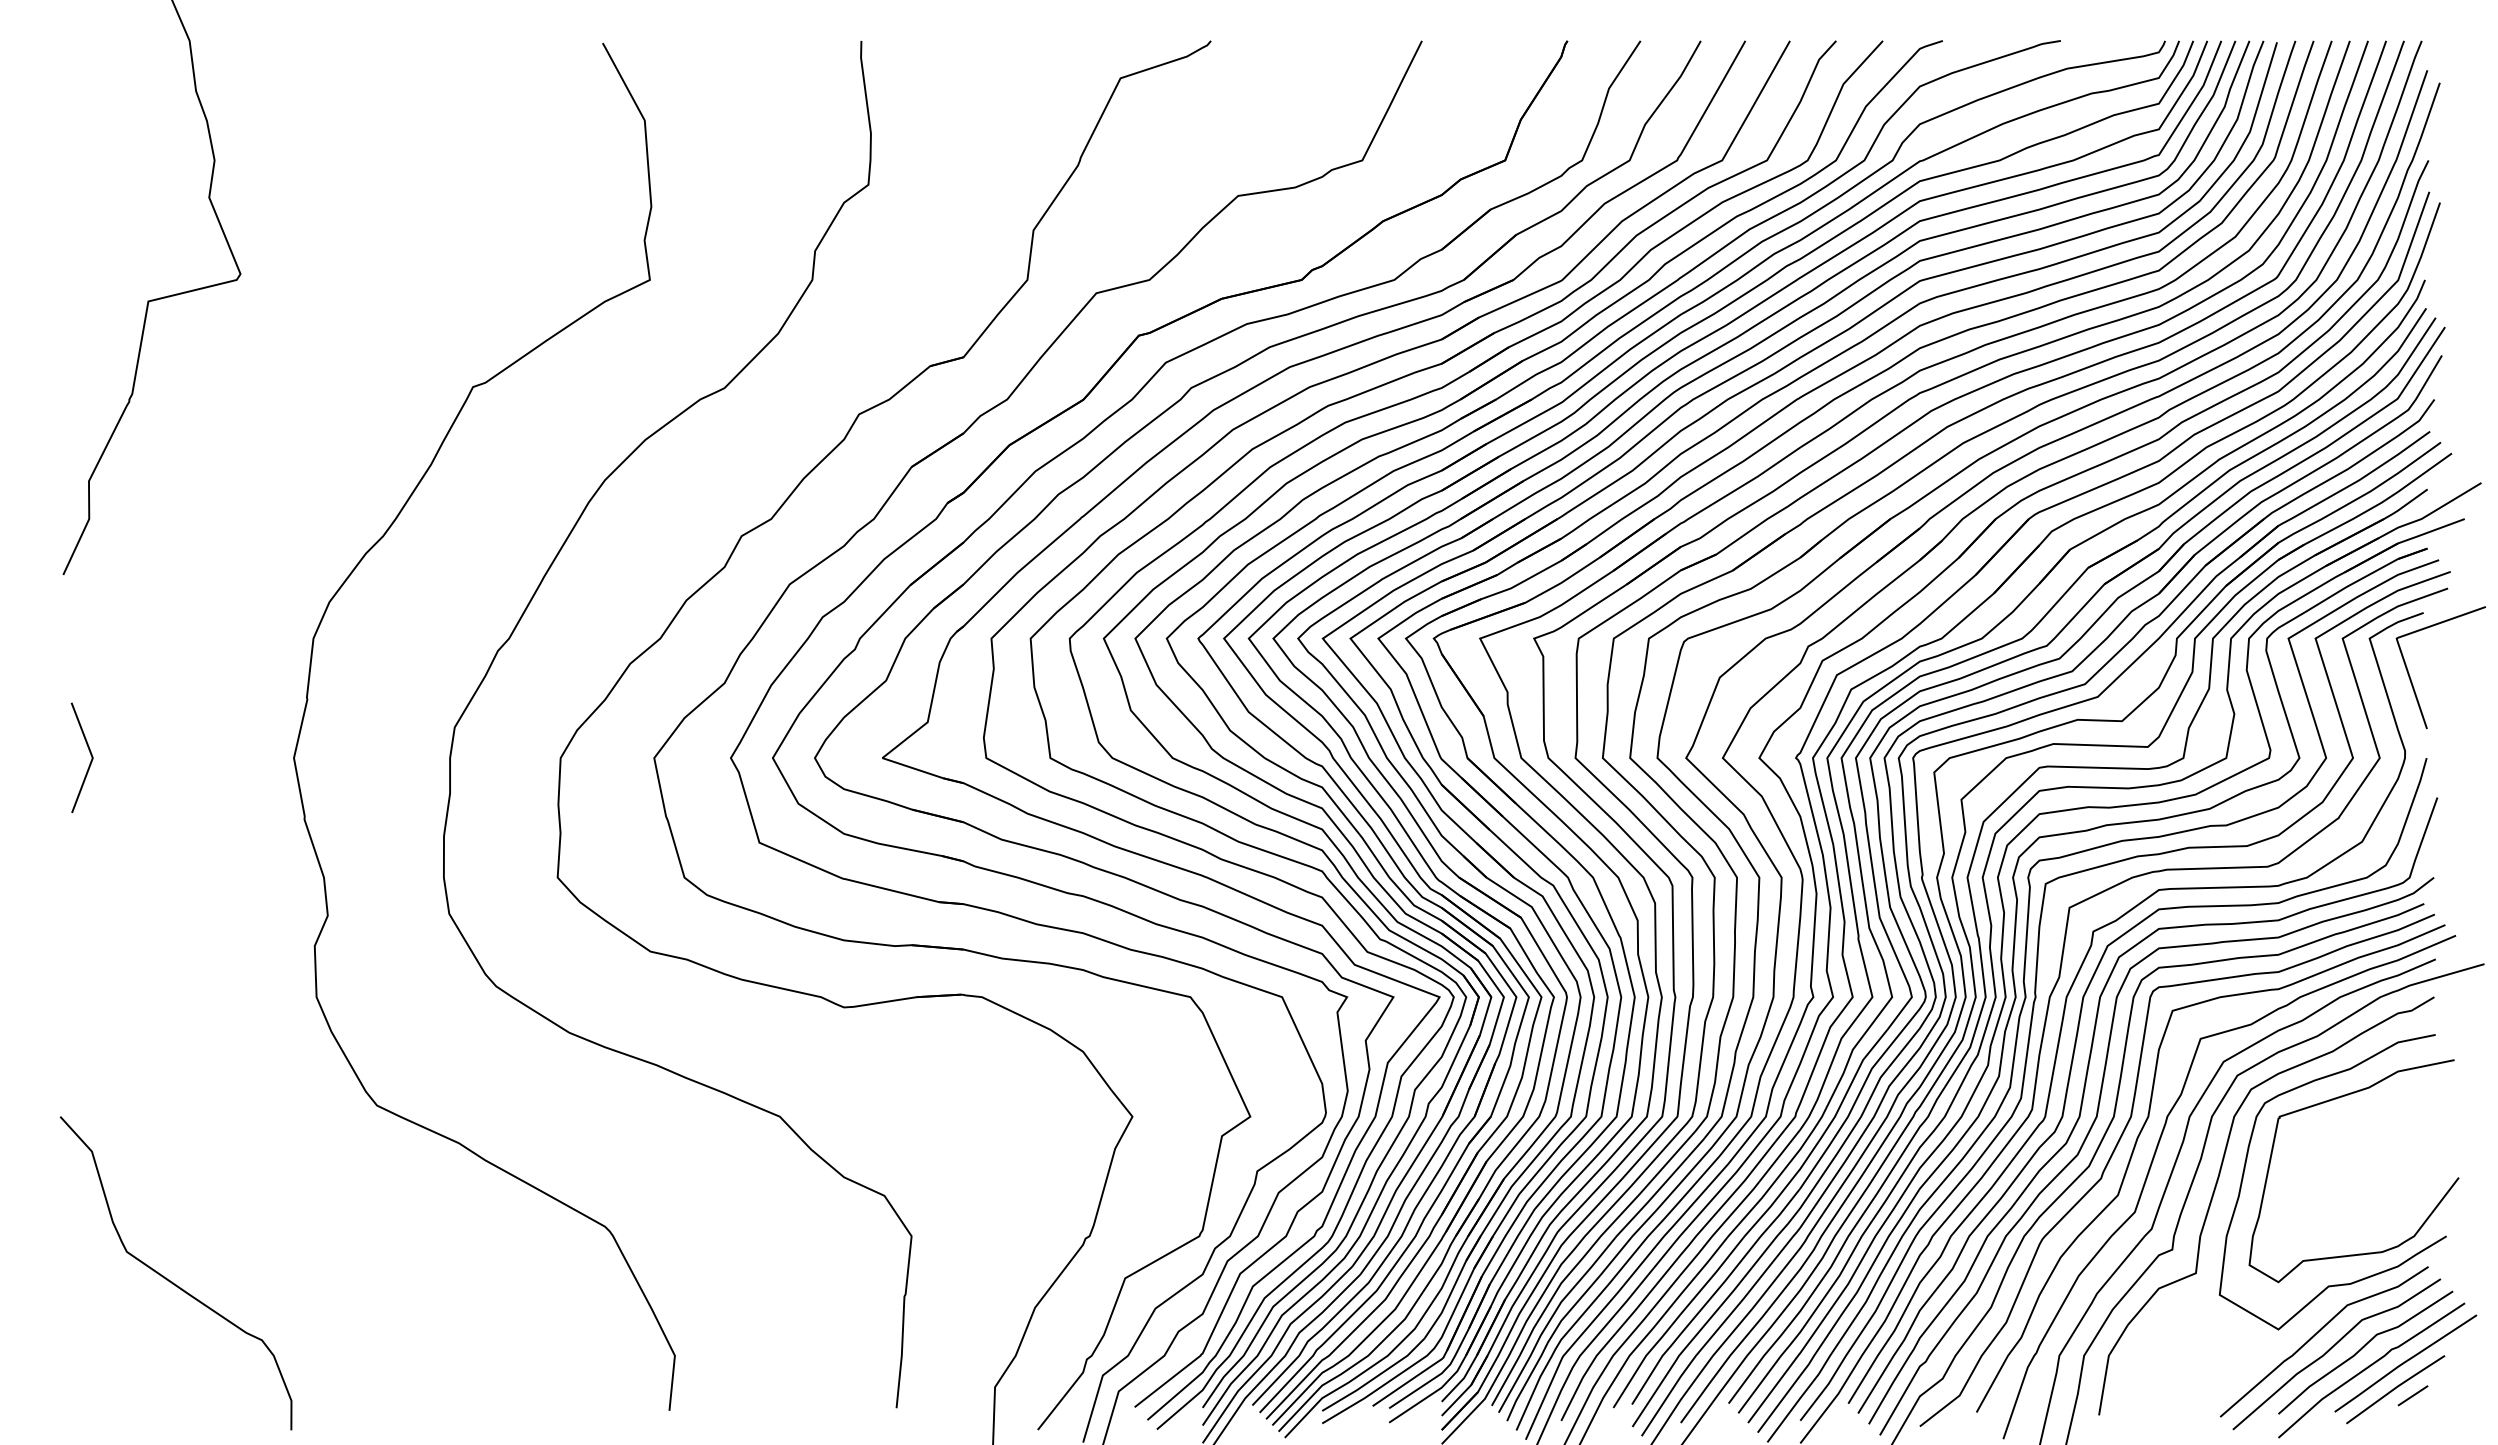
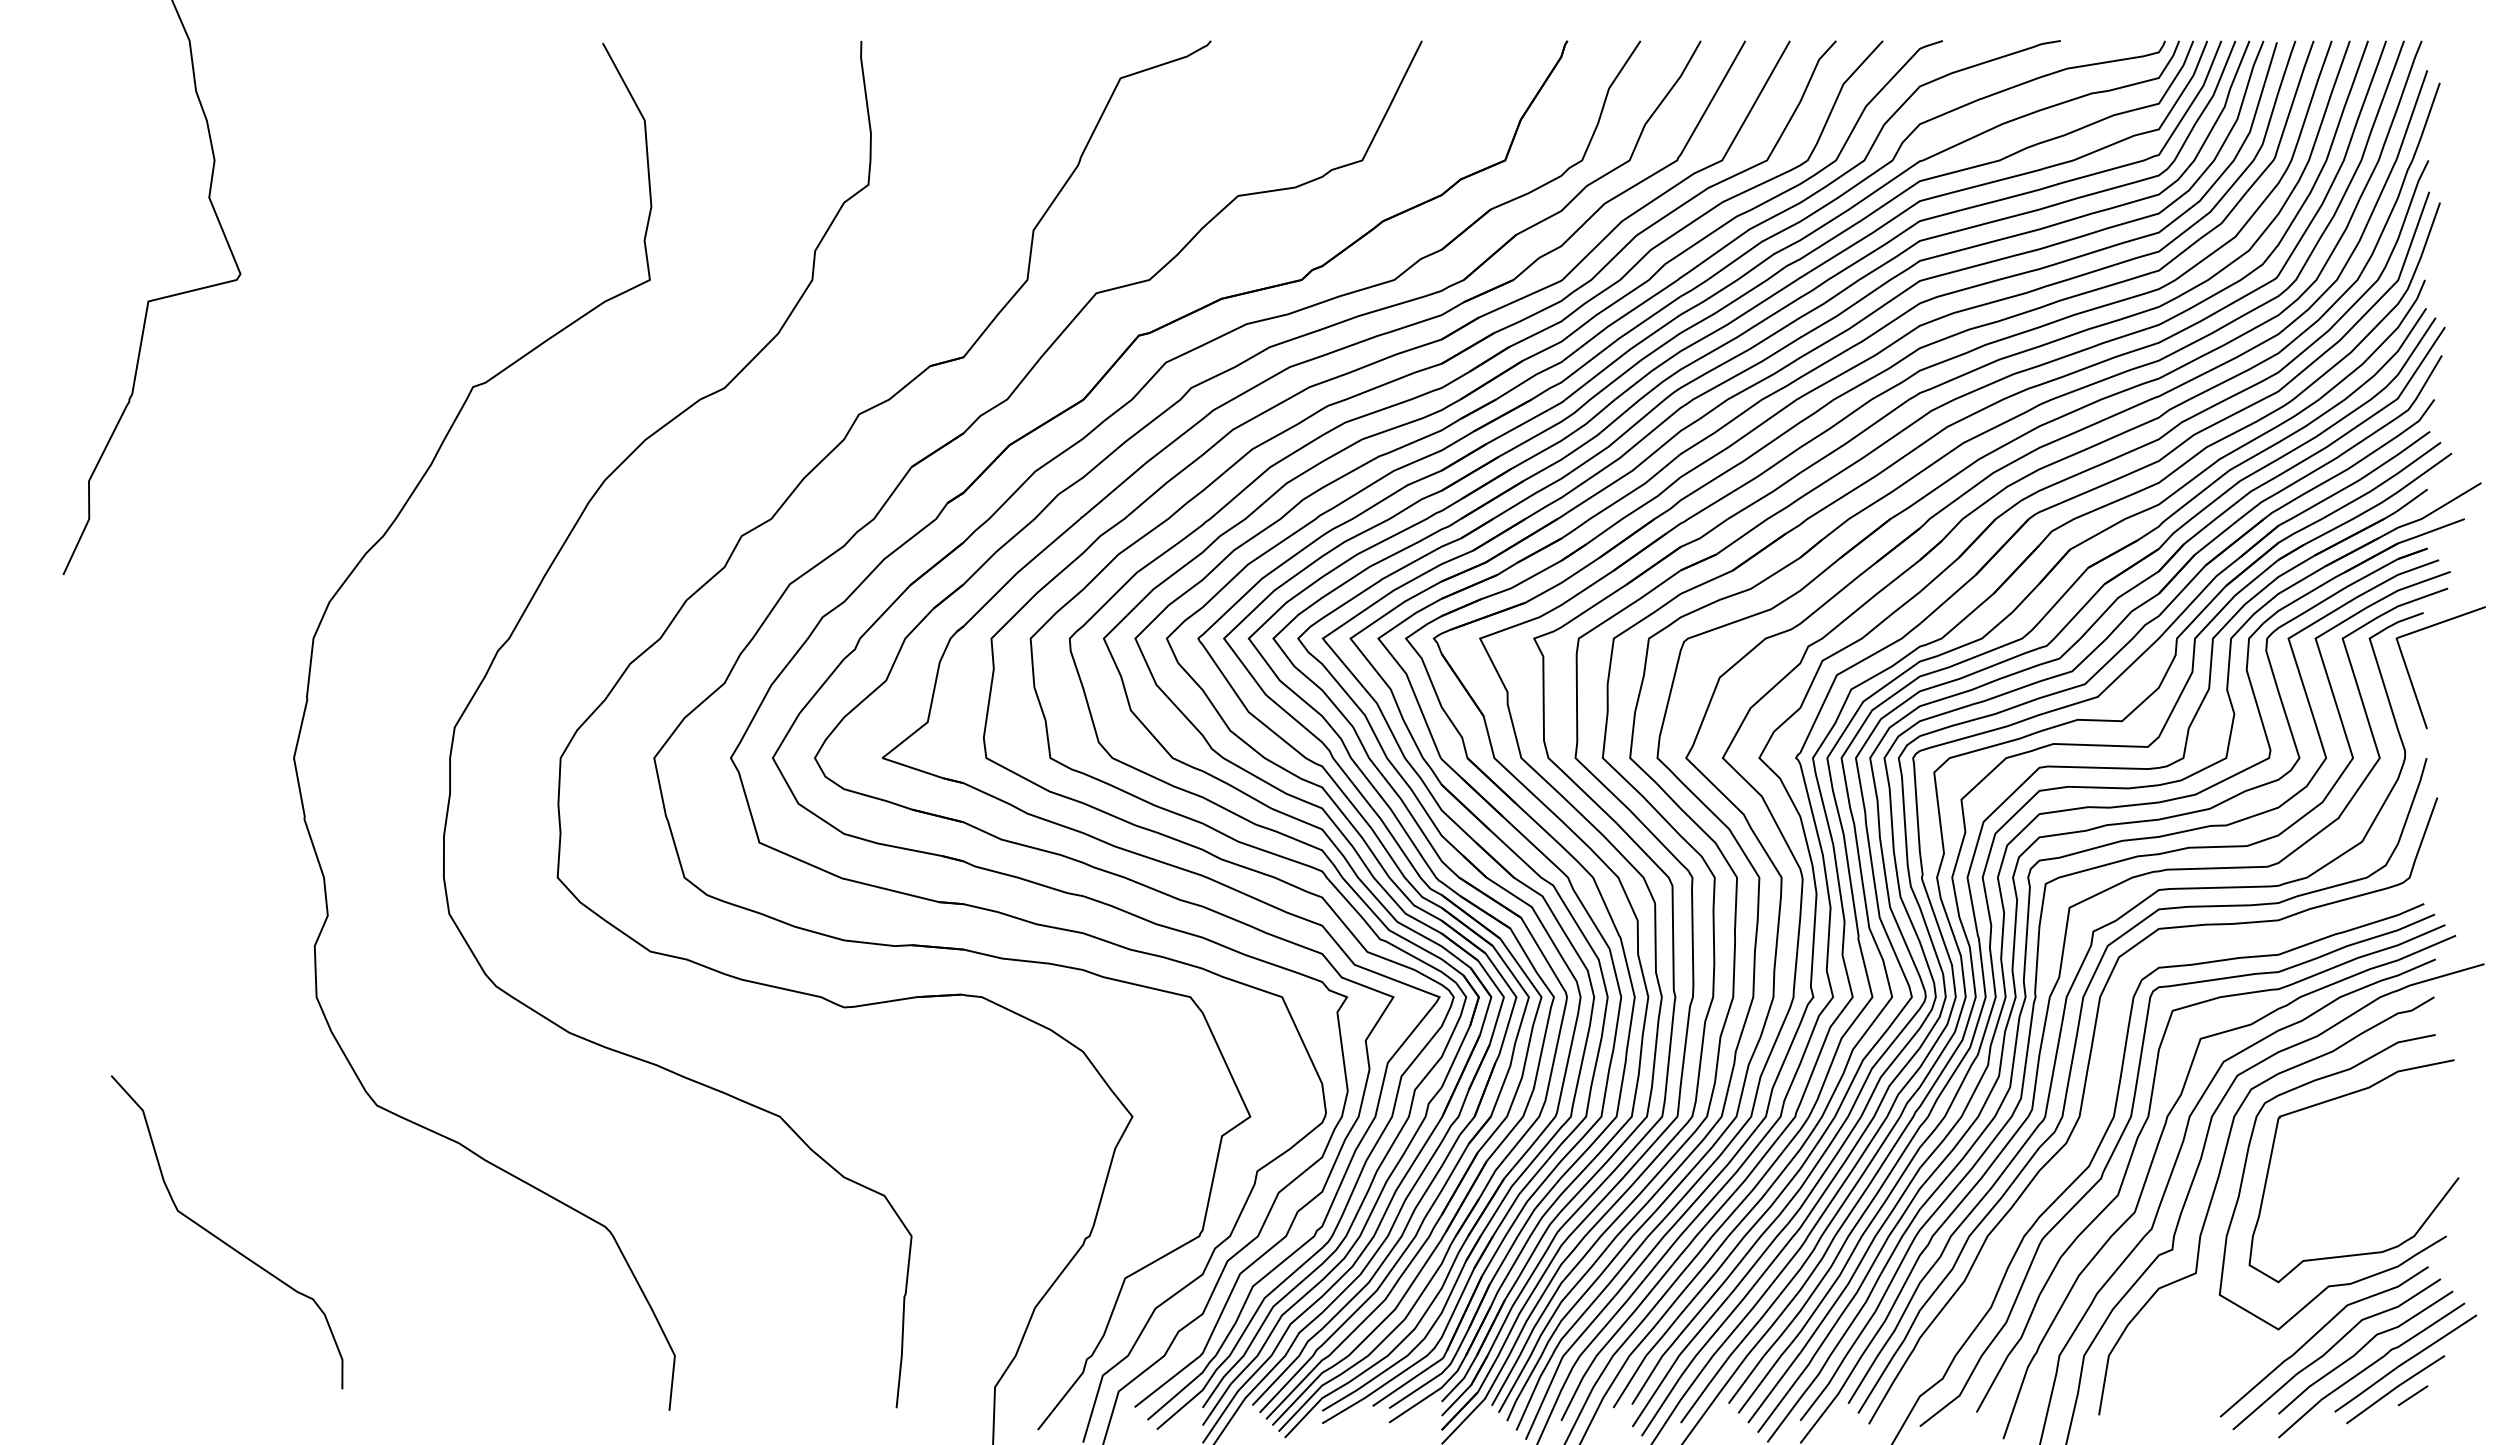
line at (90, 755): present -> none
curve at (2093, 1125): present -> none
curve at (169, 1279) position: (169, 1279) -> (220, 1238)
